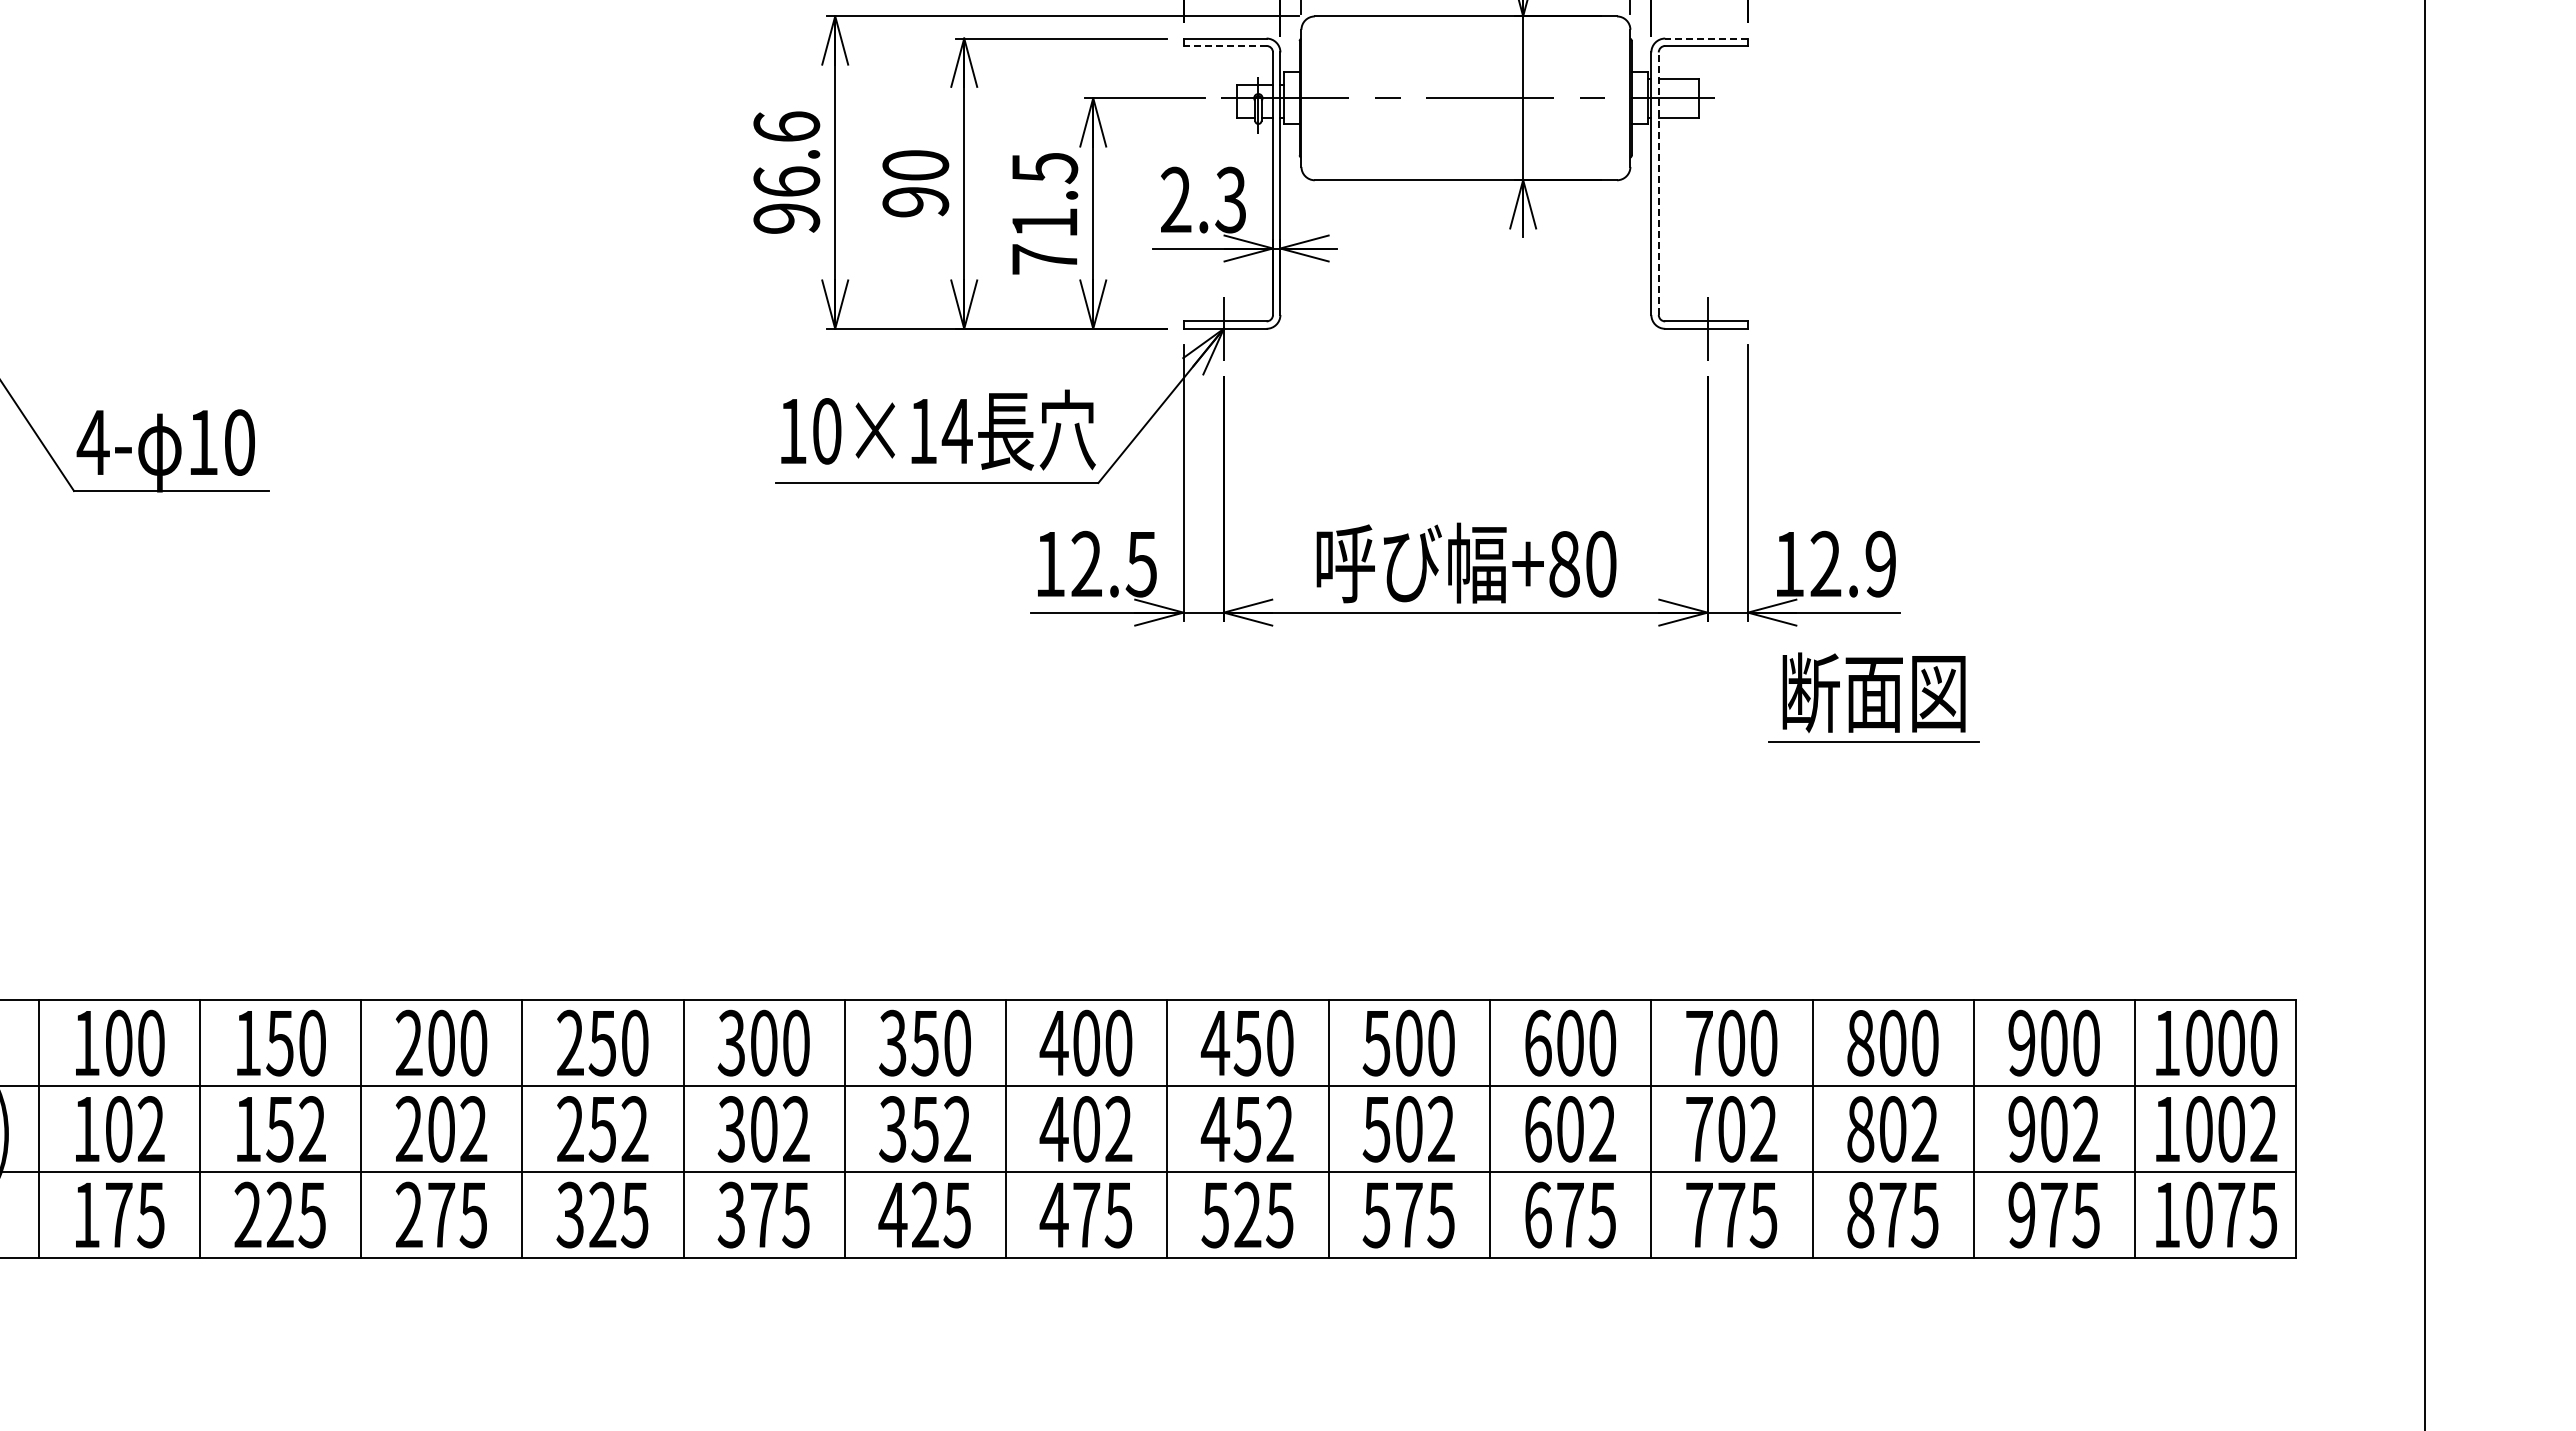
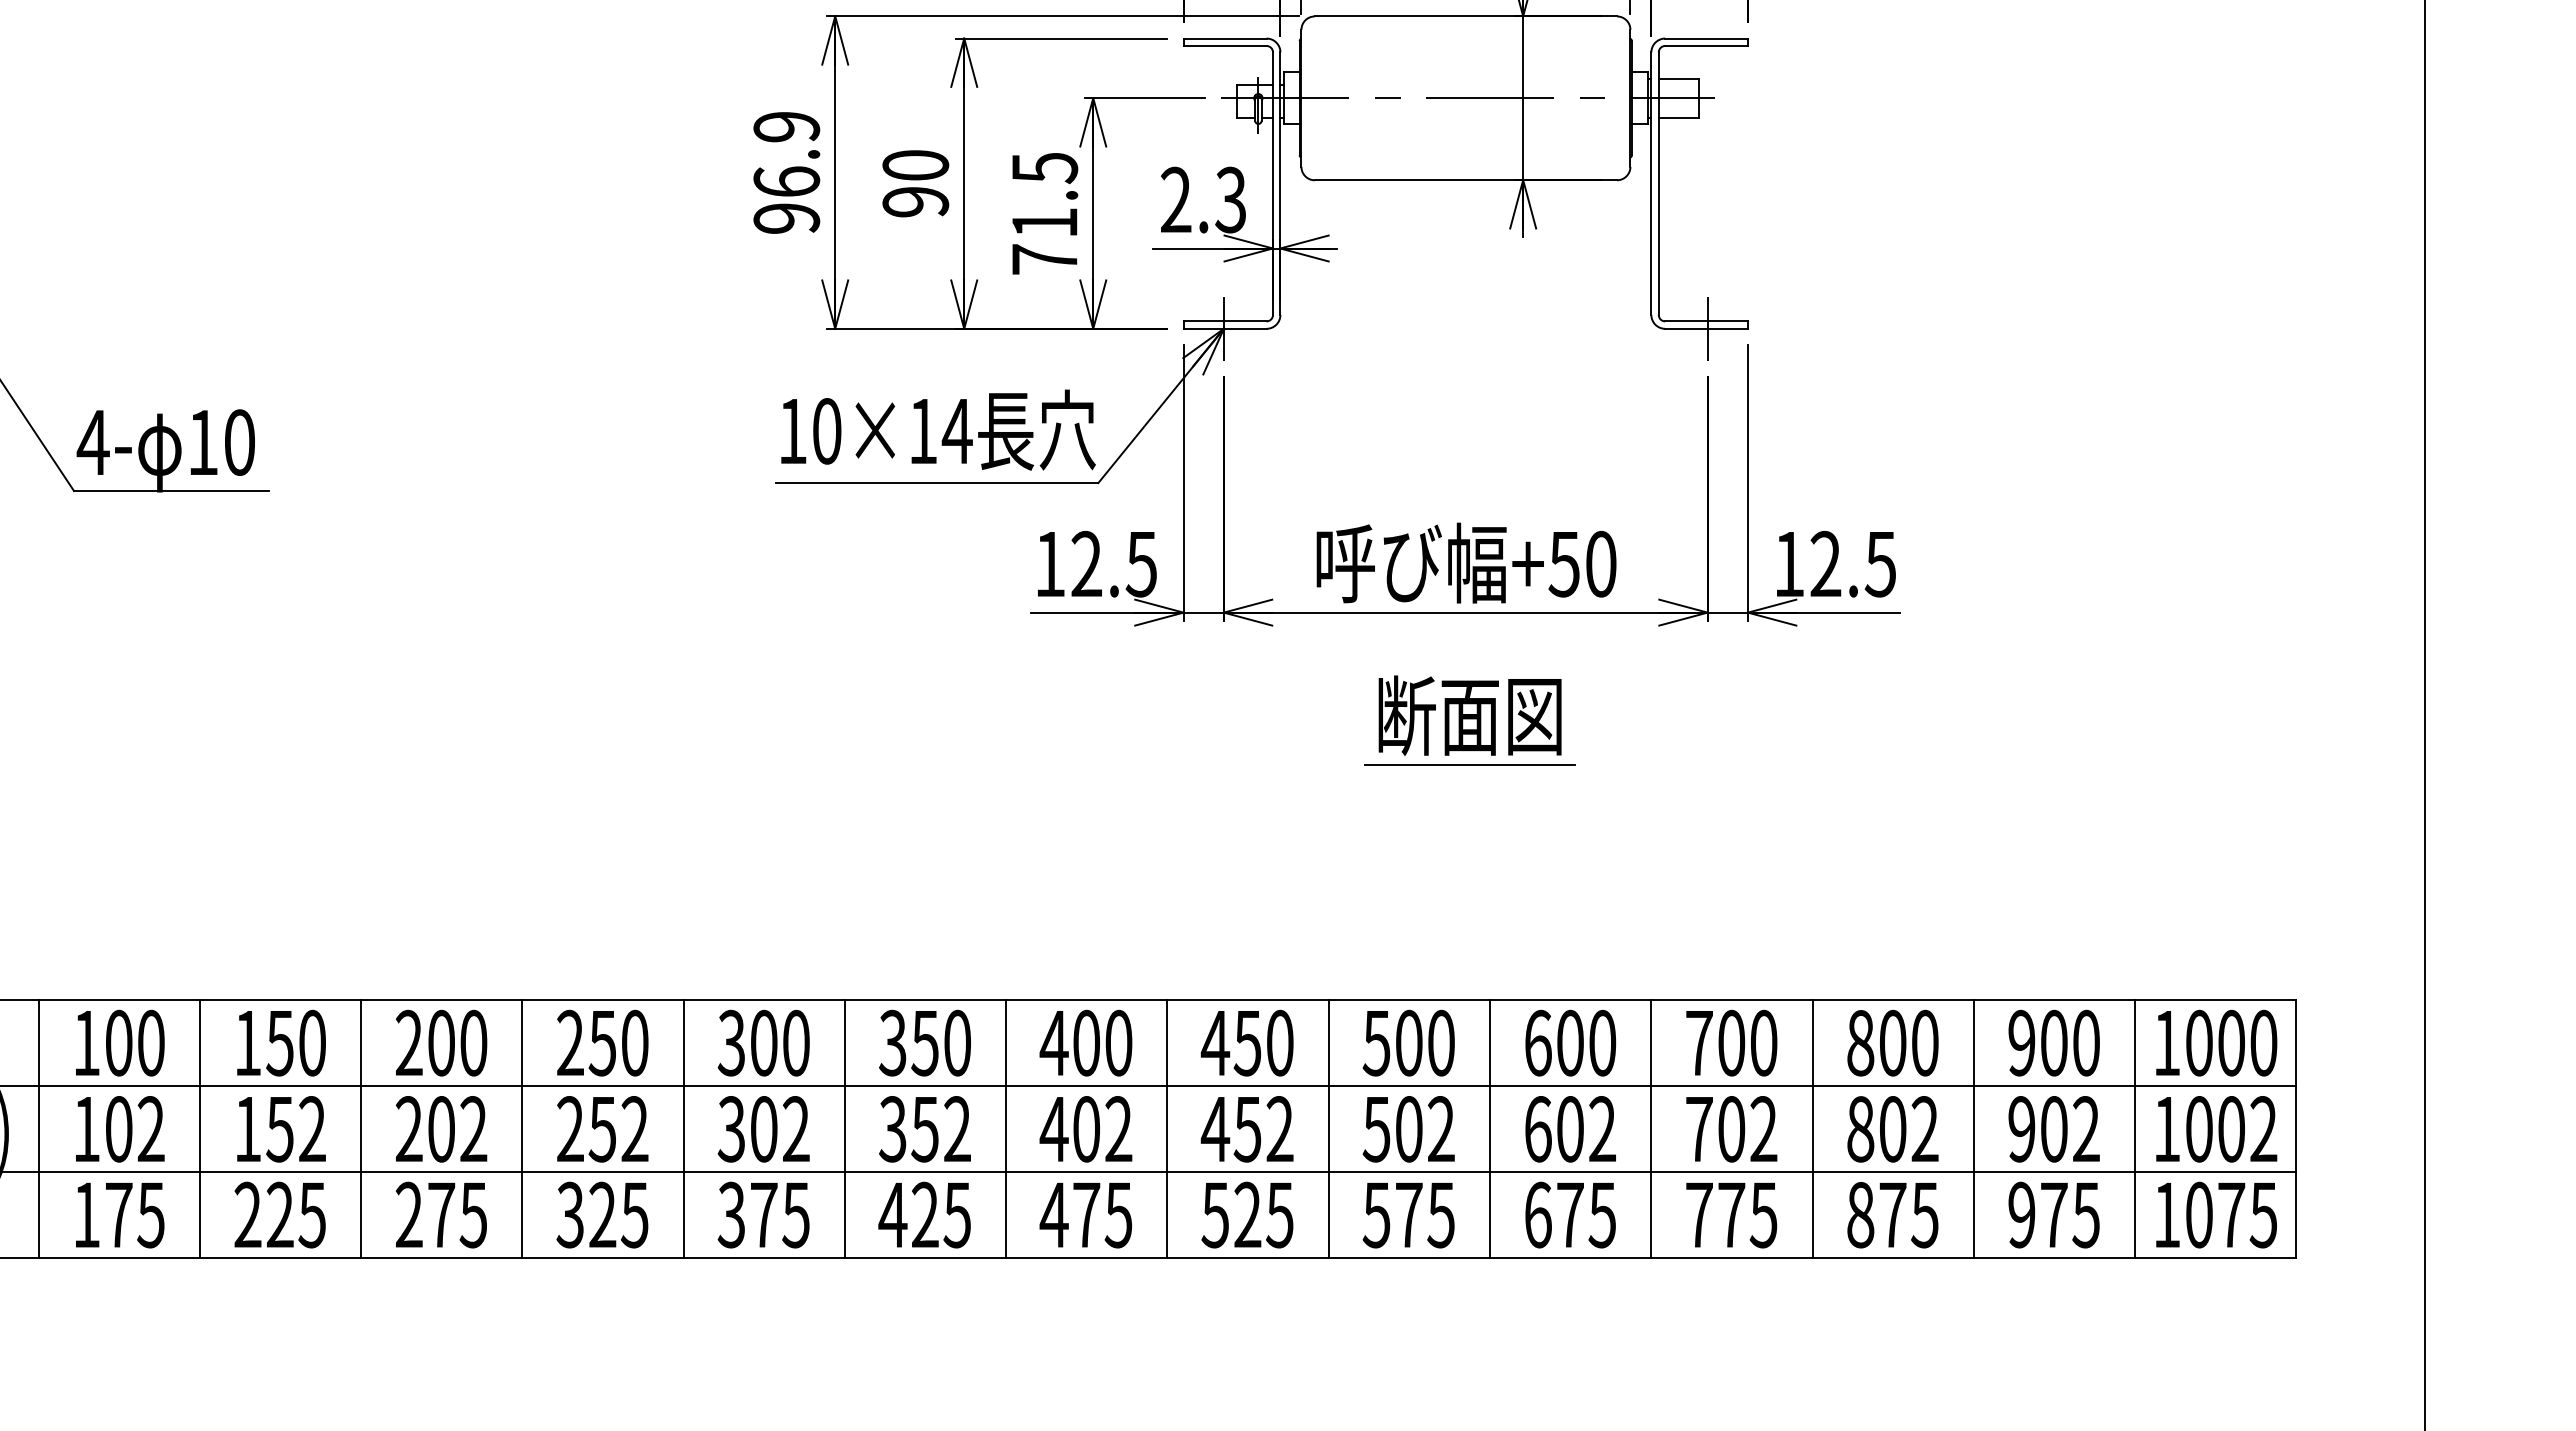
line at (1706, 38): dashed -> solid
line at (1224, 45): dashed -> solid
text at (786, 126): 96.6 -> 96.9
line at (1658, 183): dashed -> solid
text at (1879, 563): 12.9 -> 12.5
text at (1563, 564): +80 -> +50
part at (1873, 697) position: (1873, 697) -> (1469, 720)
